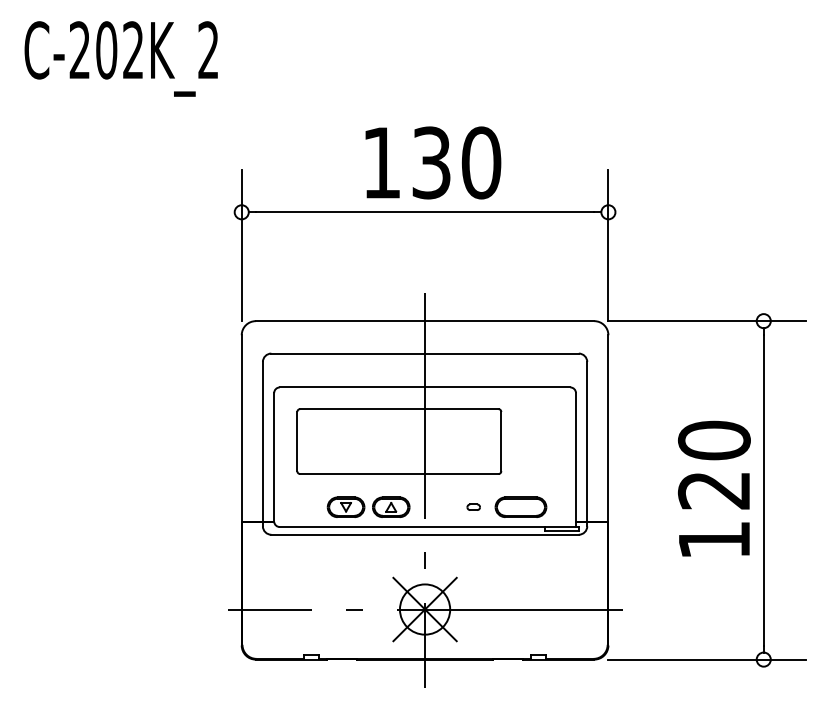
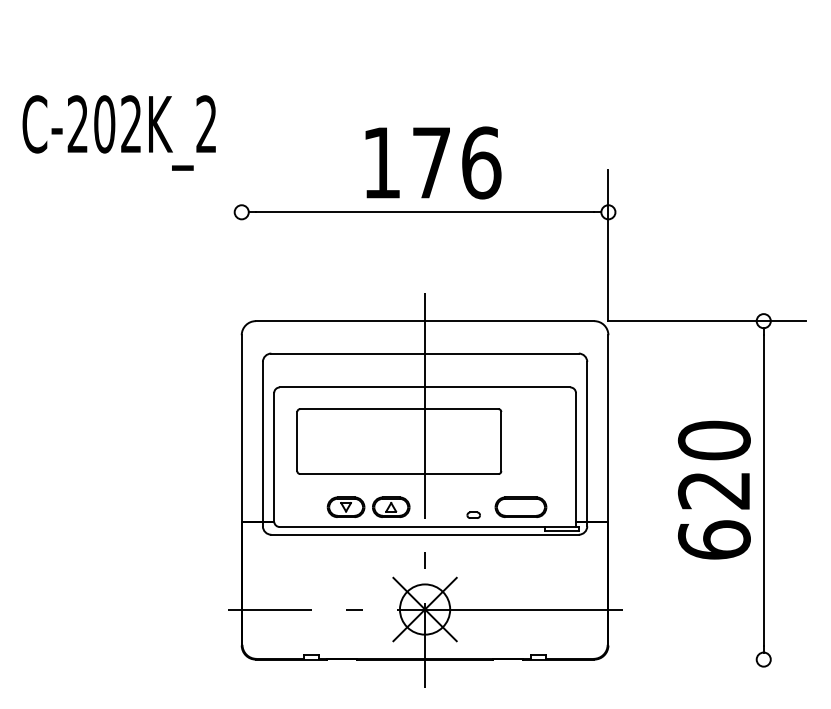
text at (120, 58) position: (120, 58) -> (118, 132)
text at (456, 162): 130 -> 176
line at (241, 245): present -> none
part at (473, 506) position: (473, 506) -> (473, 514)
text at (714, 539): 120 -> 620
line at (707, 659): present -> none
